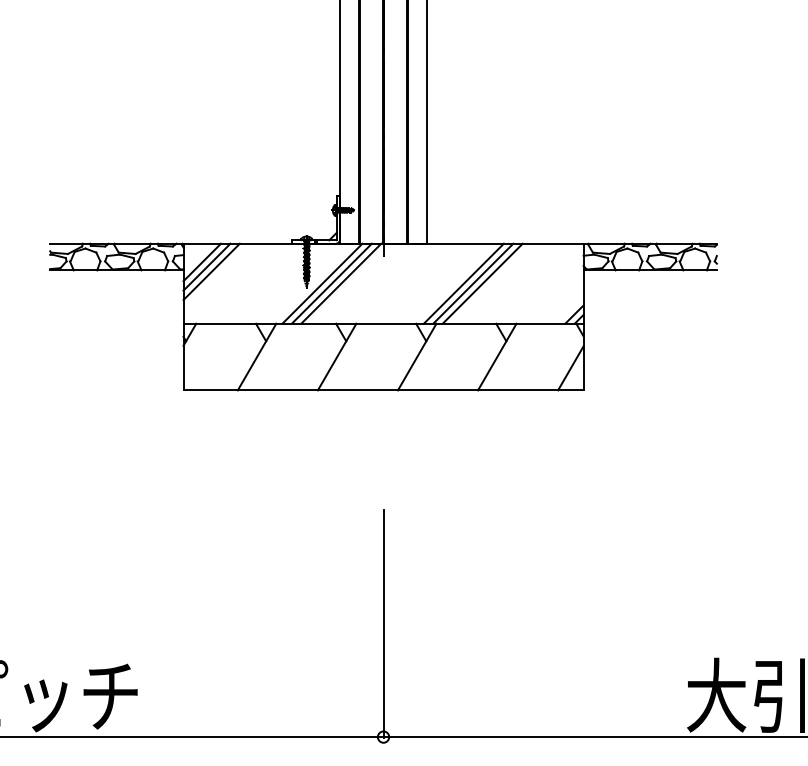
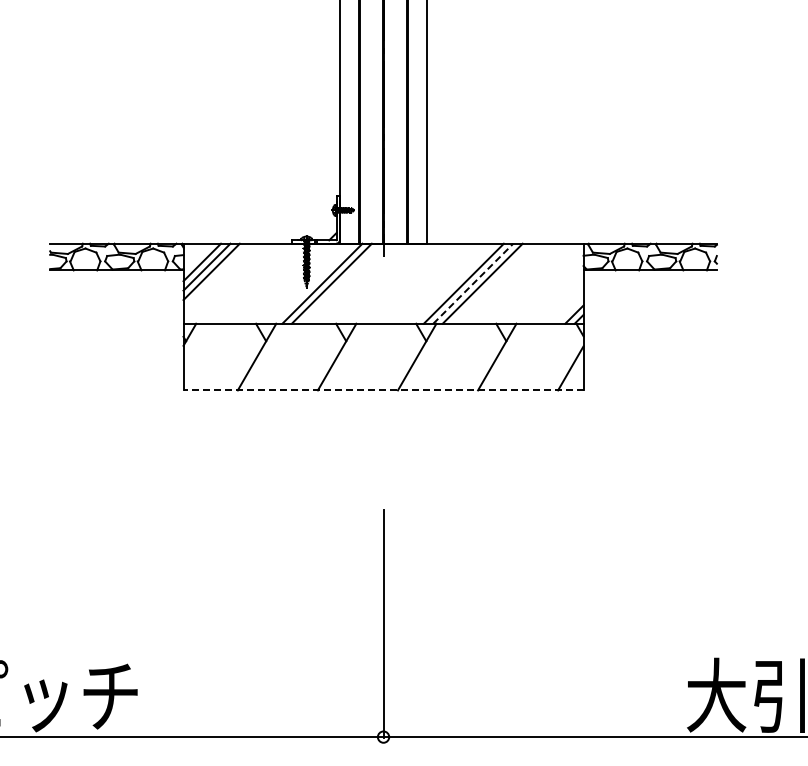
line at (341, 283): present -> none
line at (473, 283): solid -> dashed
line at (383, 390): solid -> dashed
